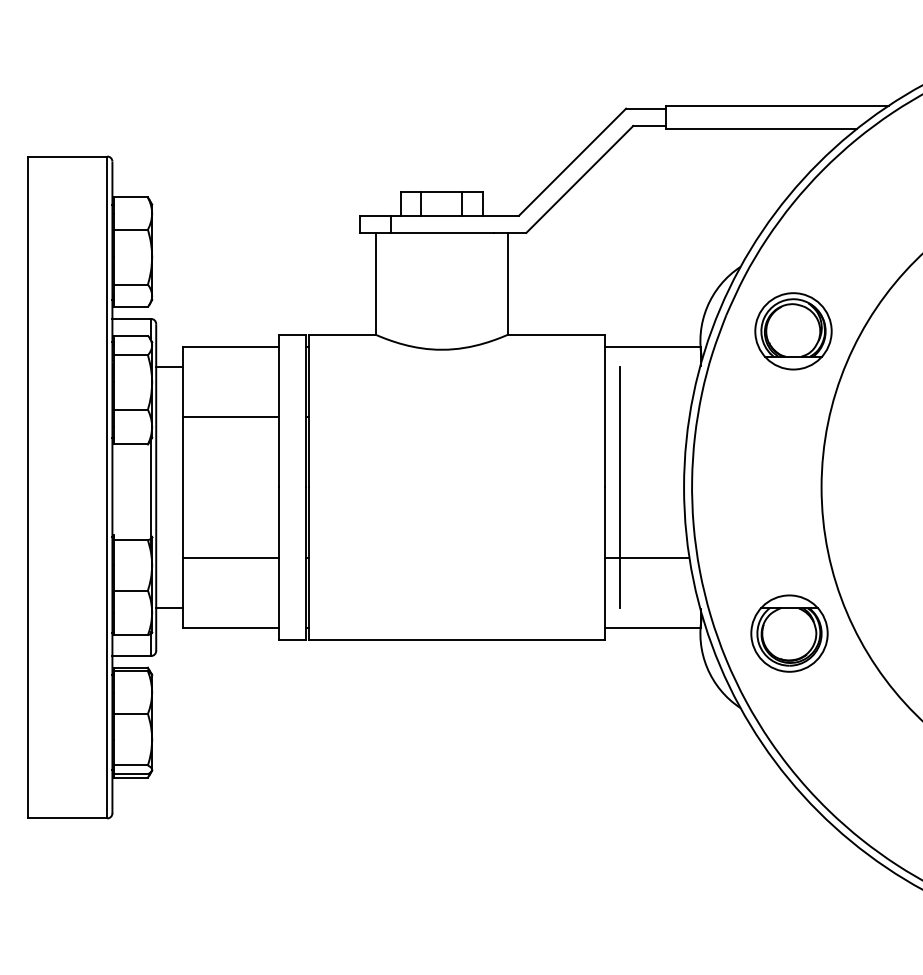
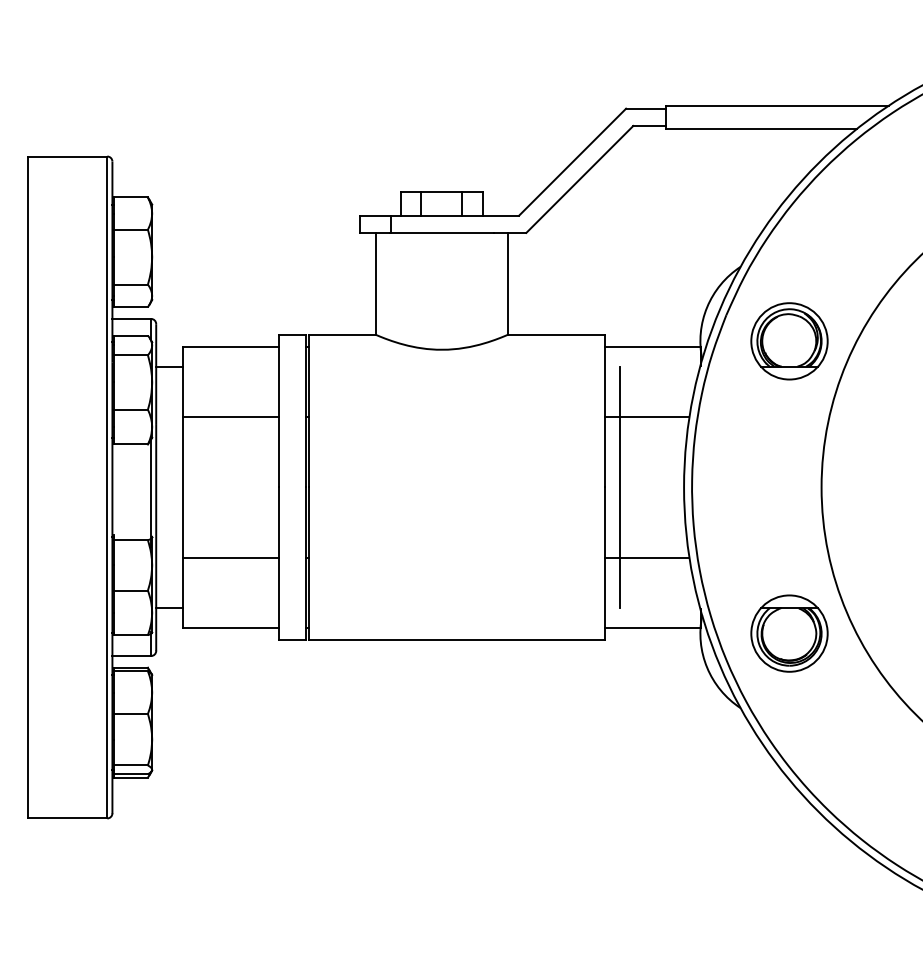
part at (793, 331) position: (793, 331) -> (789, 341)
line at (646, 417): none -> present
